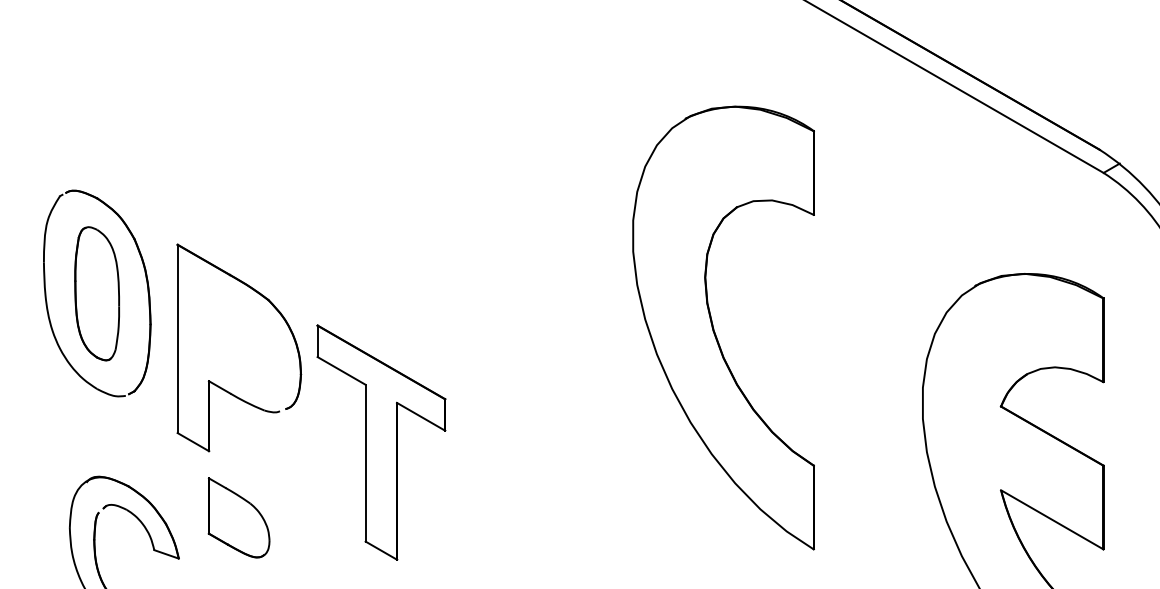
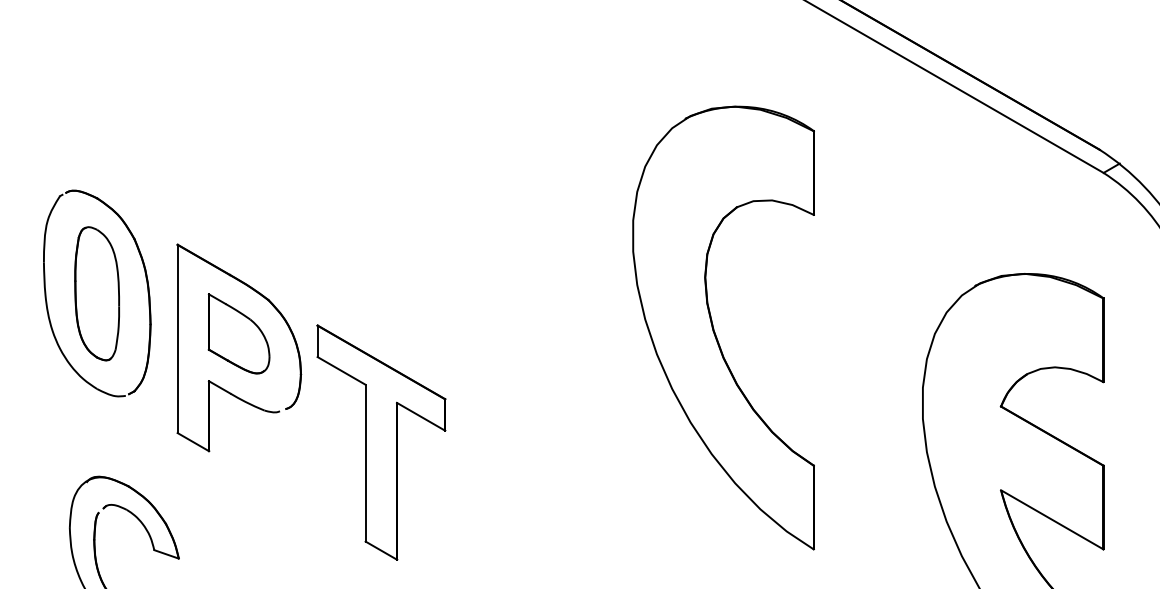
part at (238, 517) position: (238, 517) -> (238, 333)
